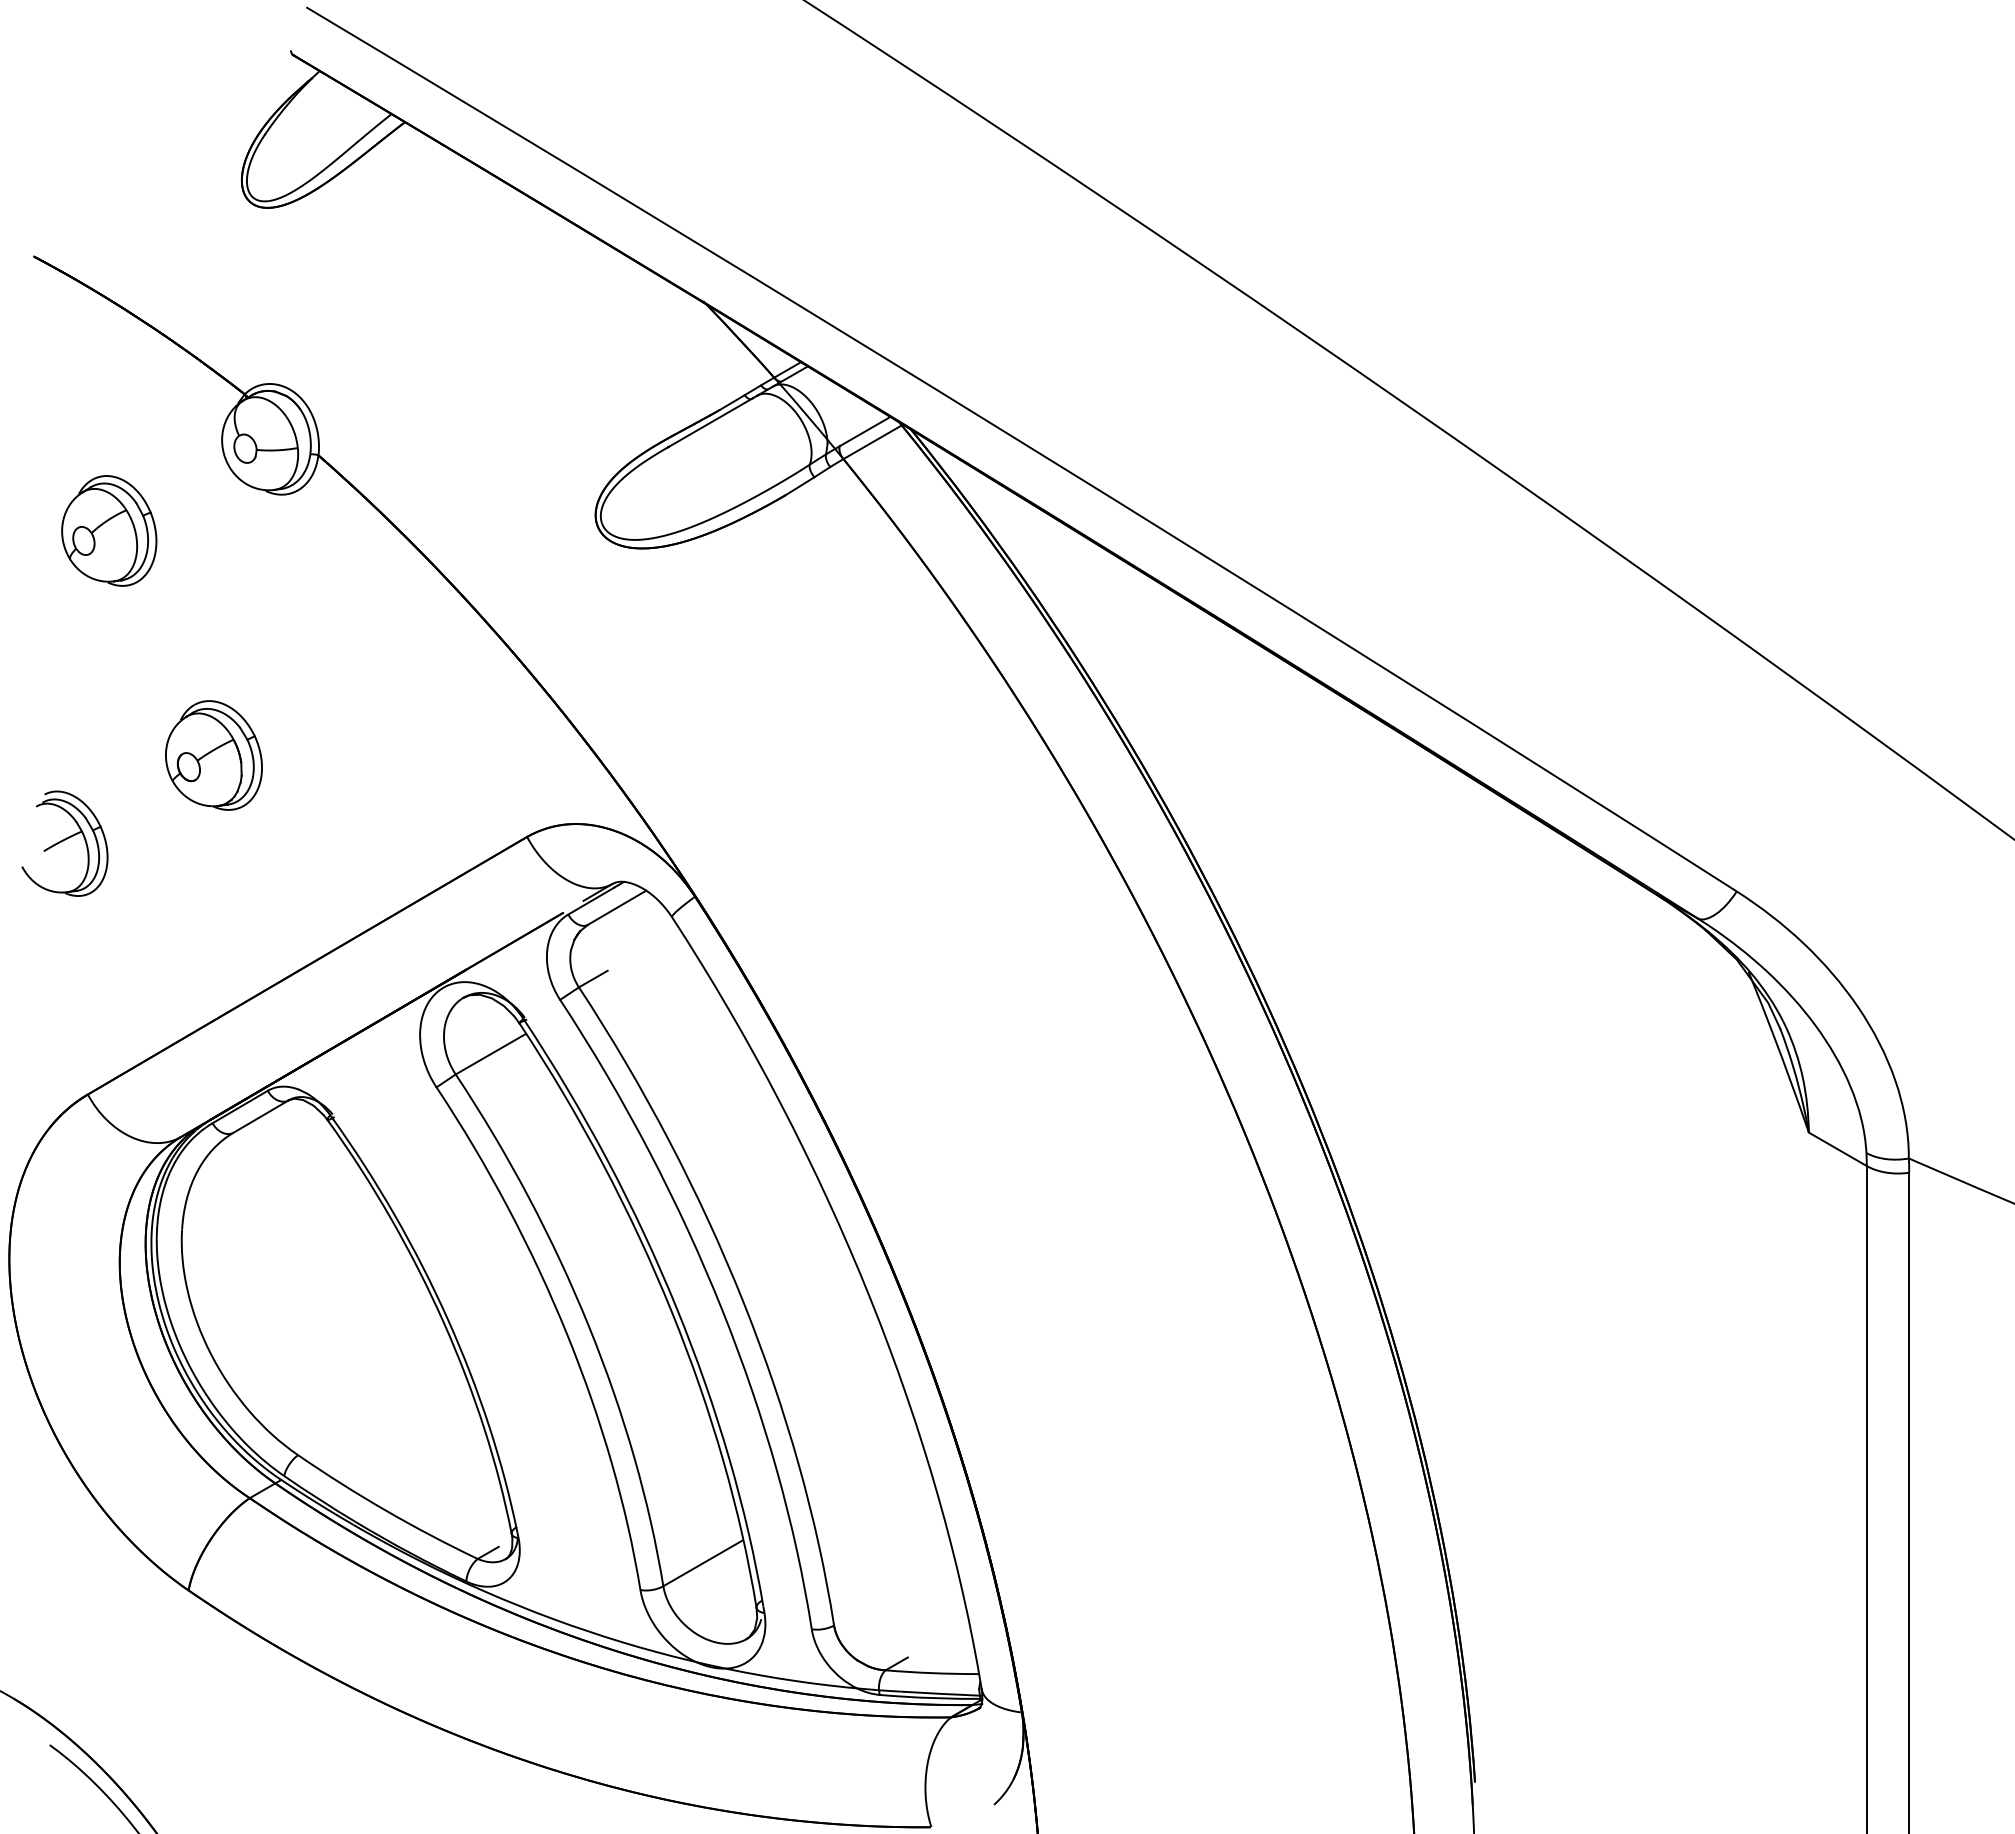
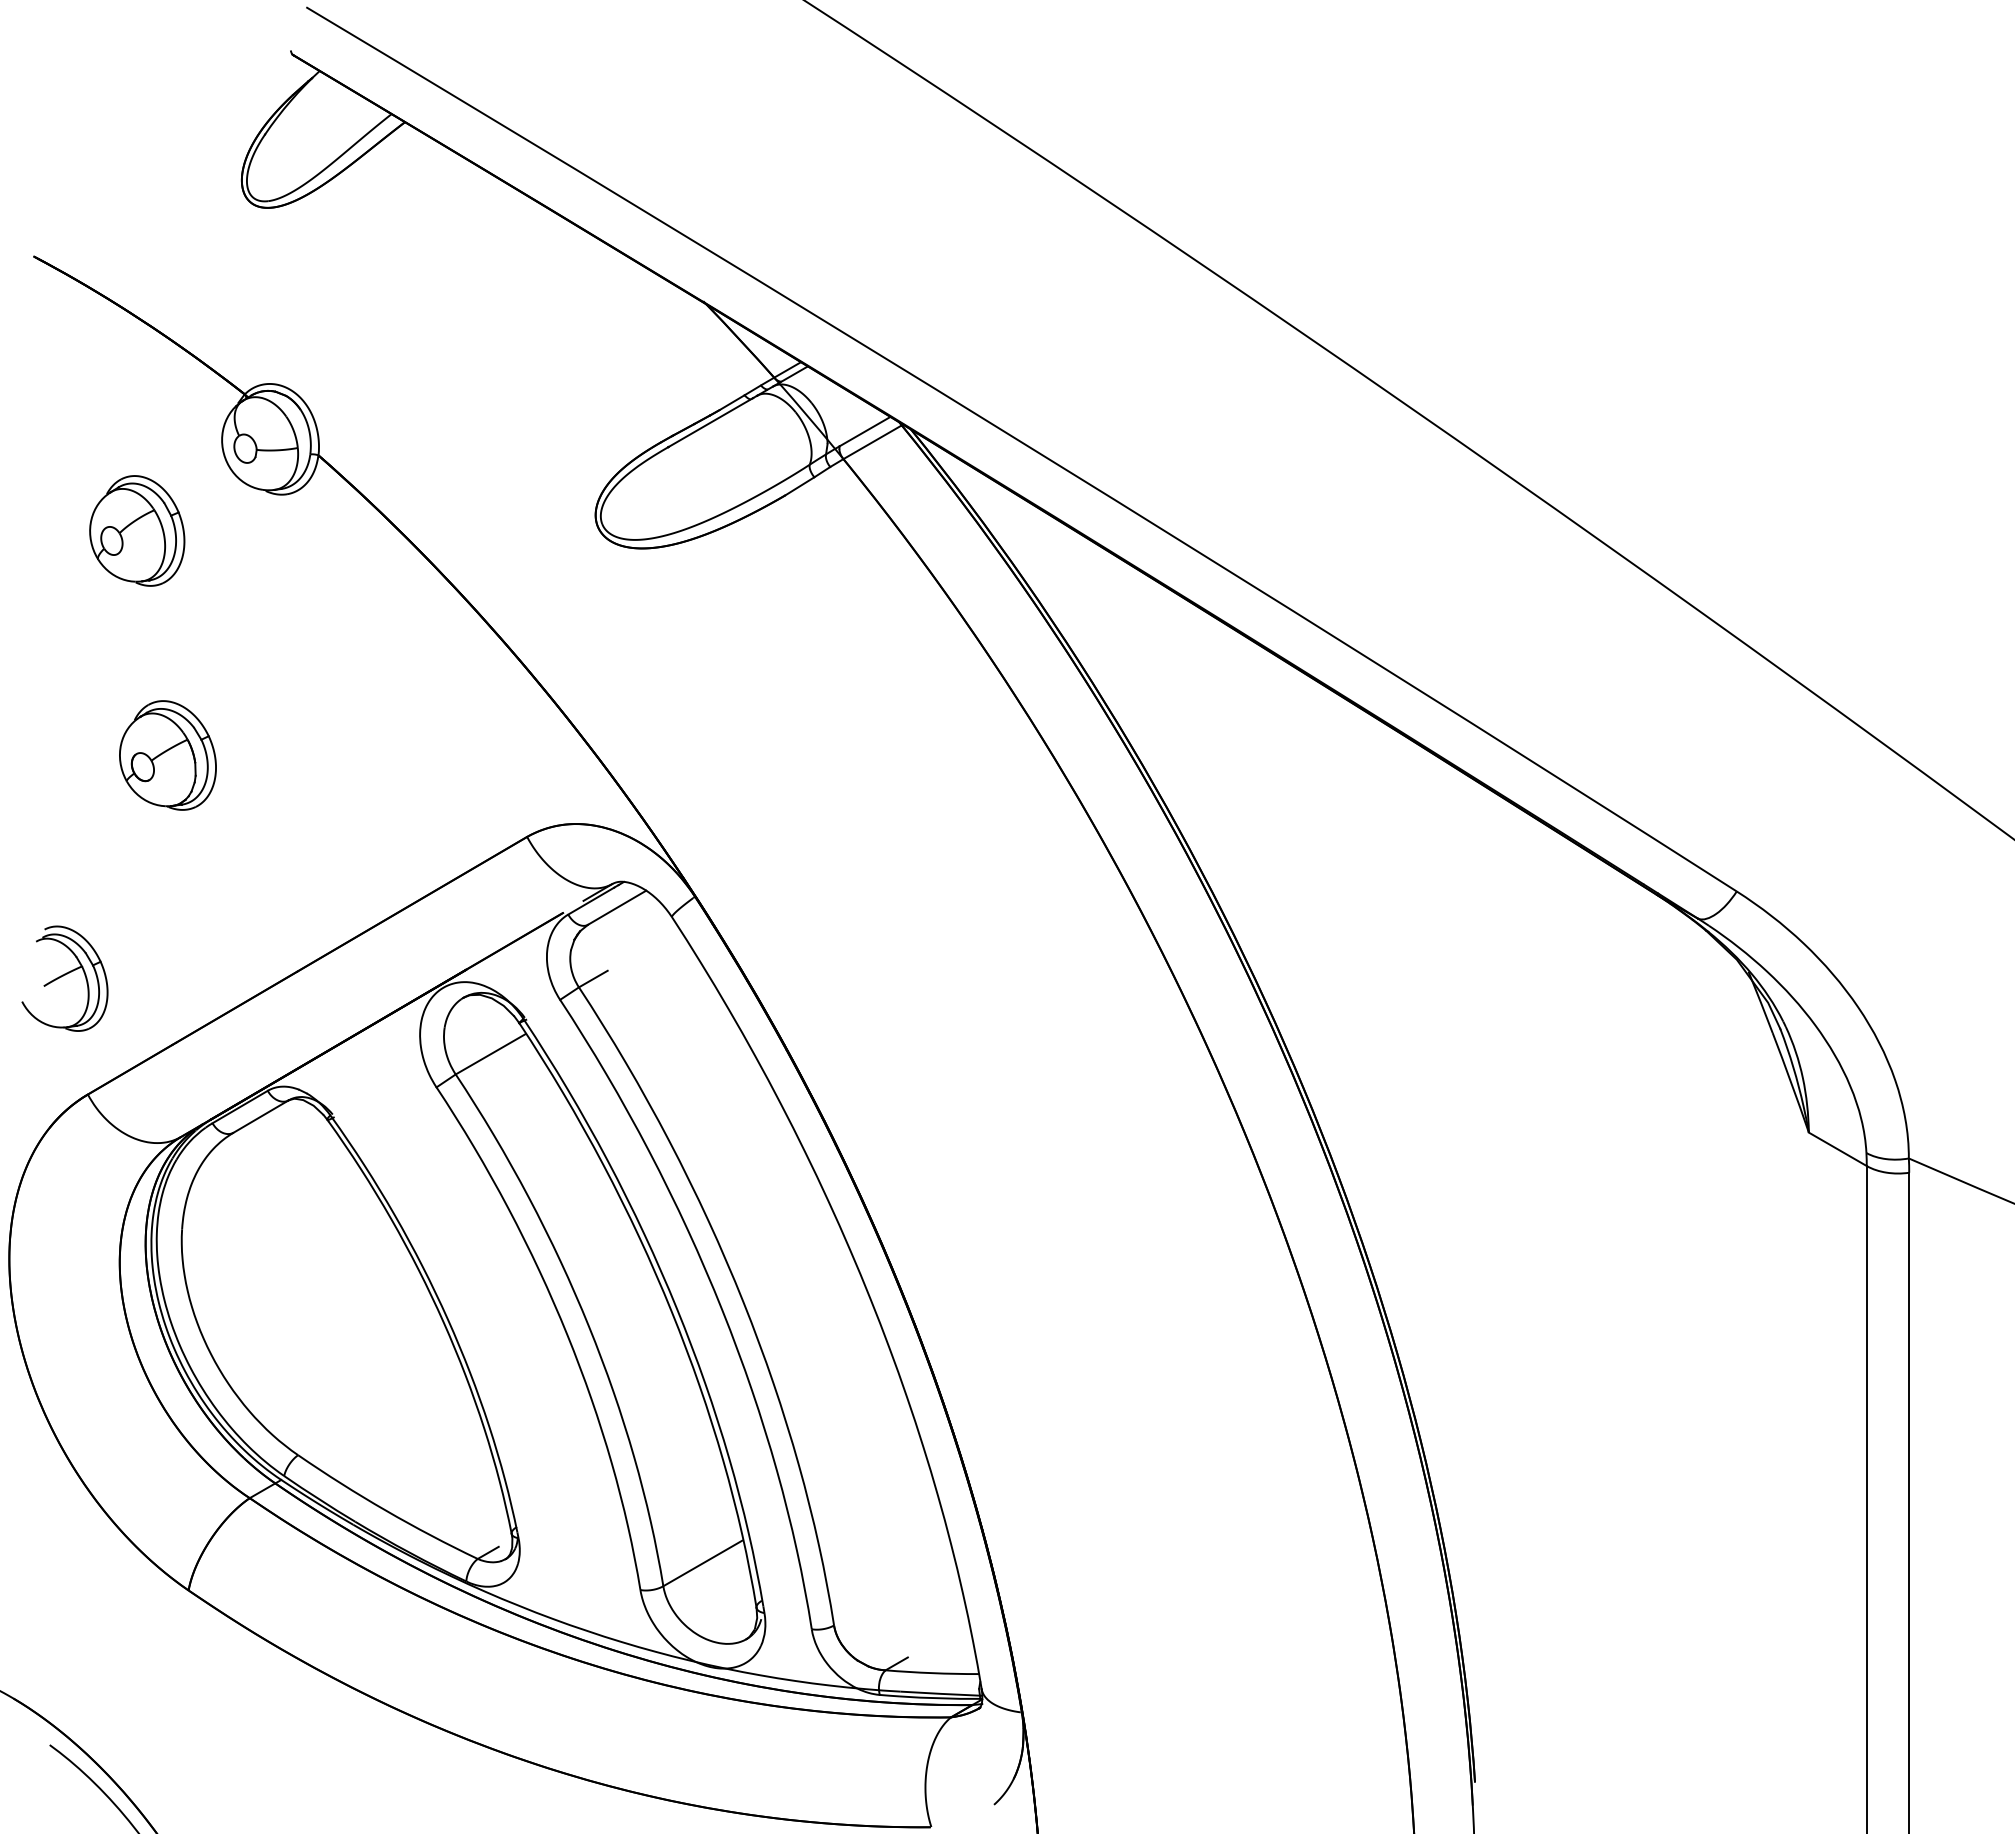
part at (109, 530) position: (109, 530) -> (137, 530)
part at (213, 755) position: (213, 755) -> (167, 755)
part at (64, 843) position: (64, 843) -> (64, 978)
